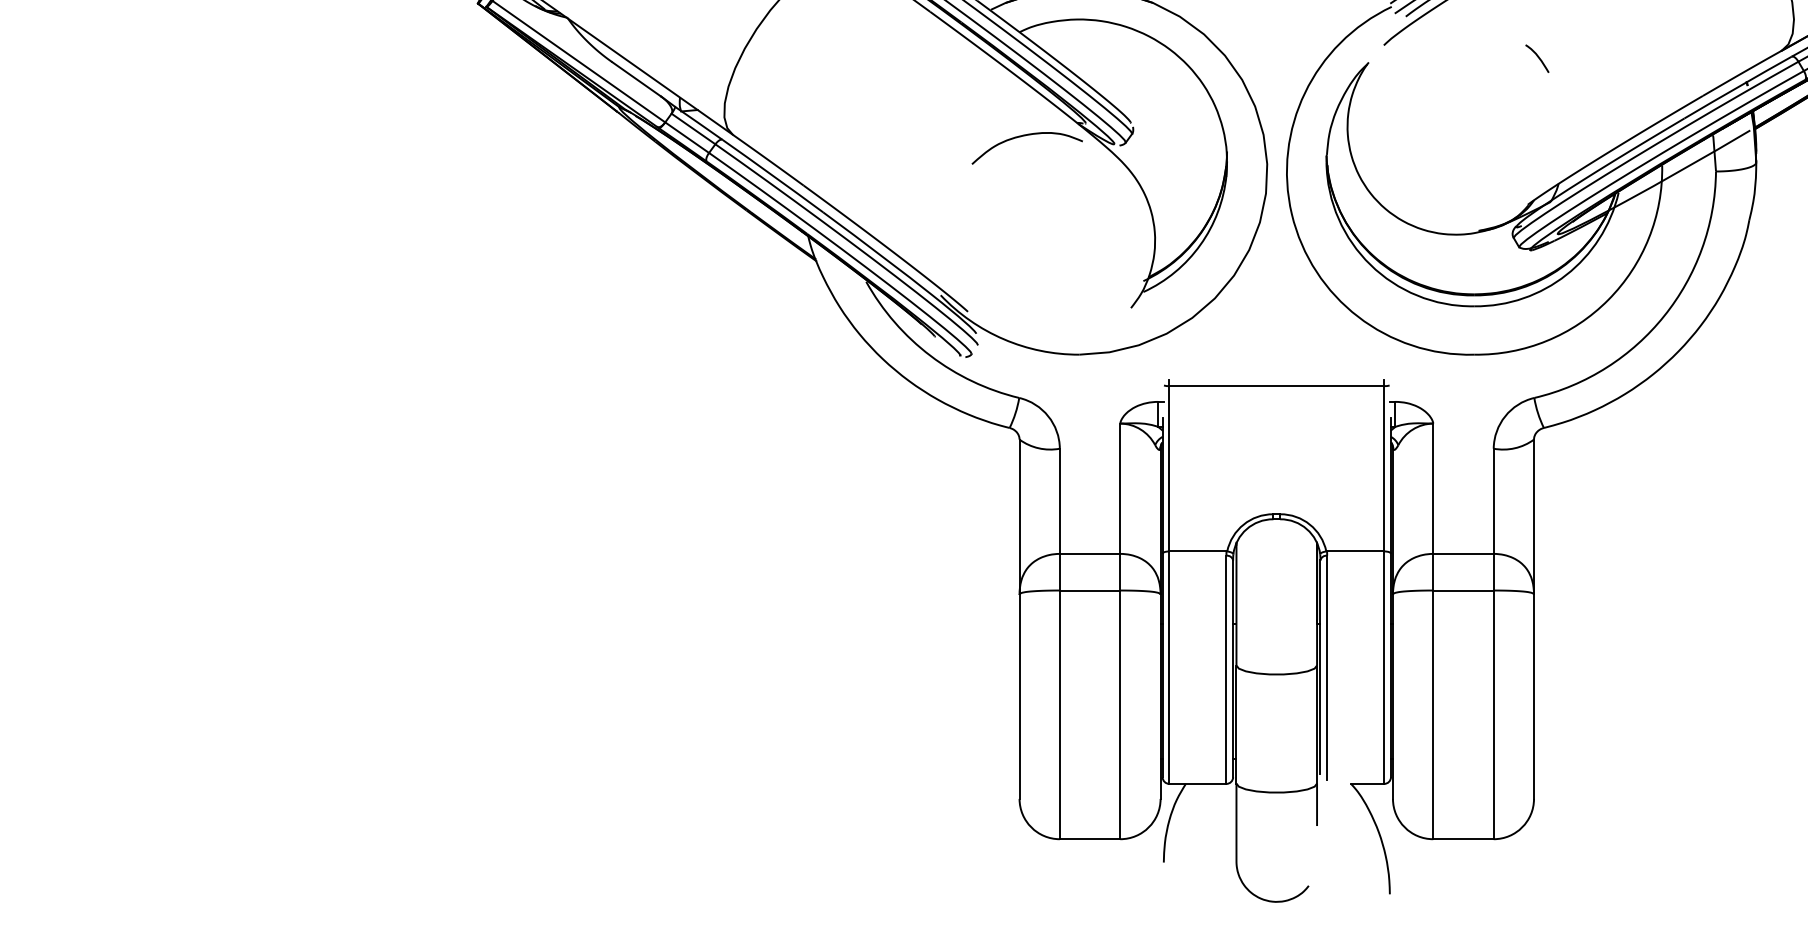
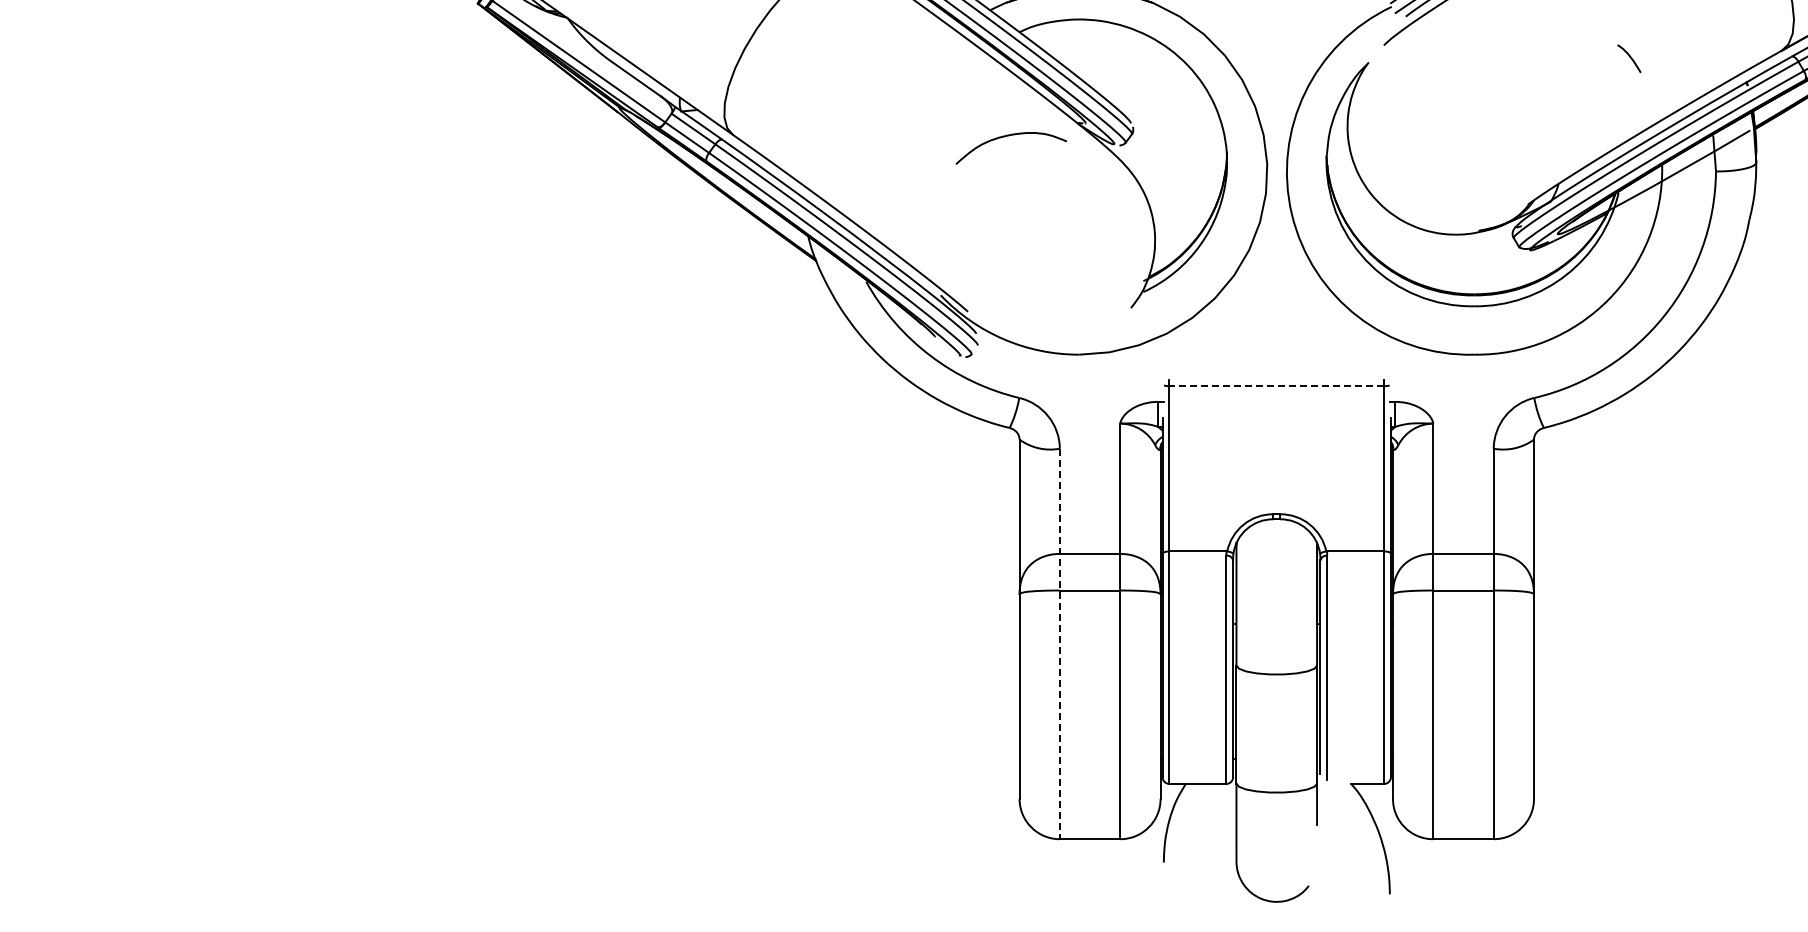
curve at (1537, 57) position: (1537, 57) -> (1629, 57)
curve at (1025, 136) position: (1025, 136) -> (1009, 136)
line at (1276, 386): solid -> dashed
line at (1059, 644): solid -> dashed
